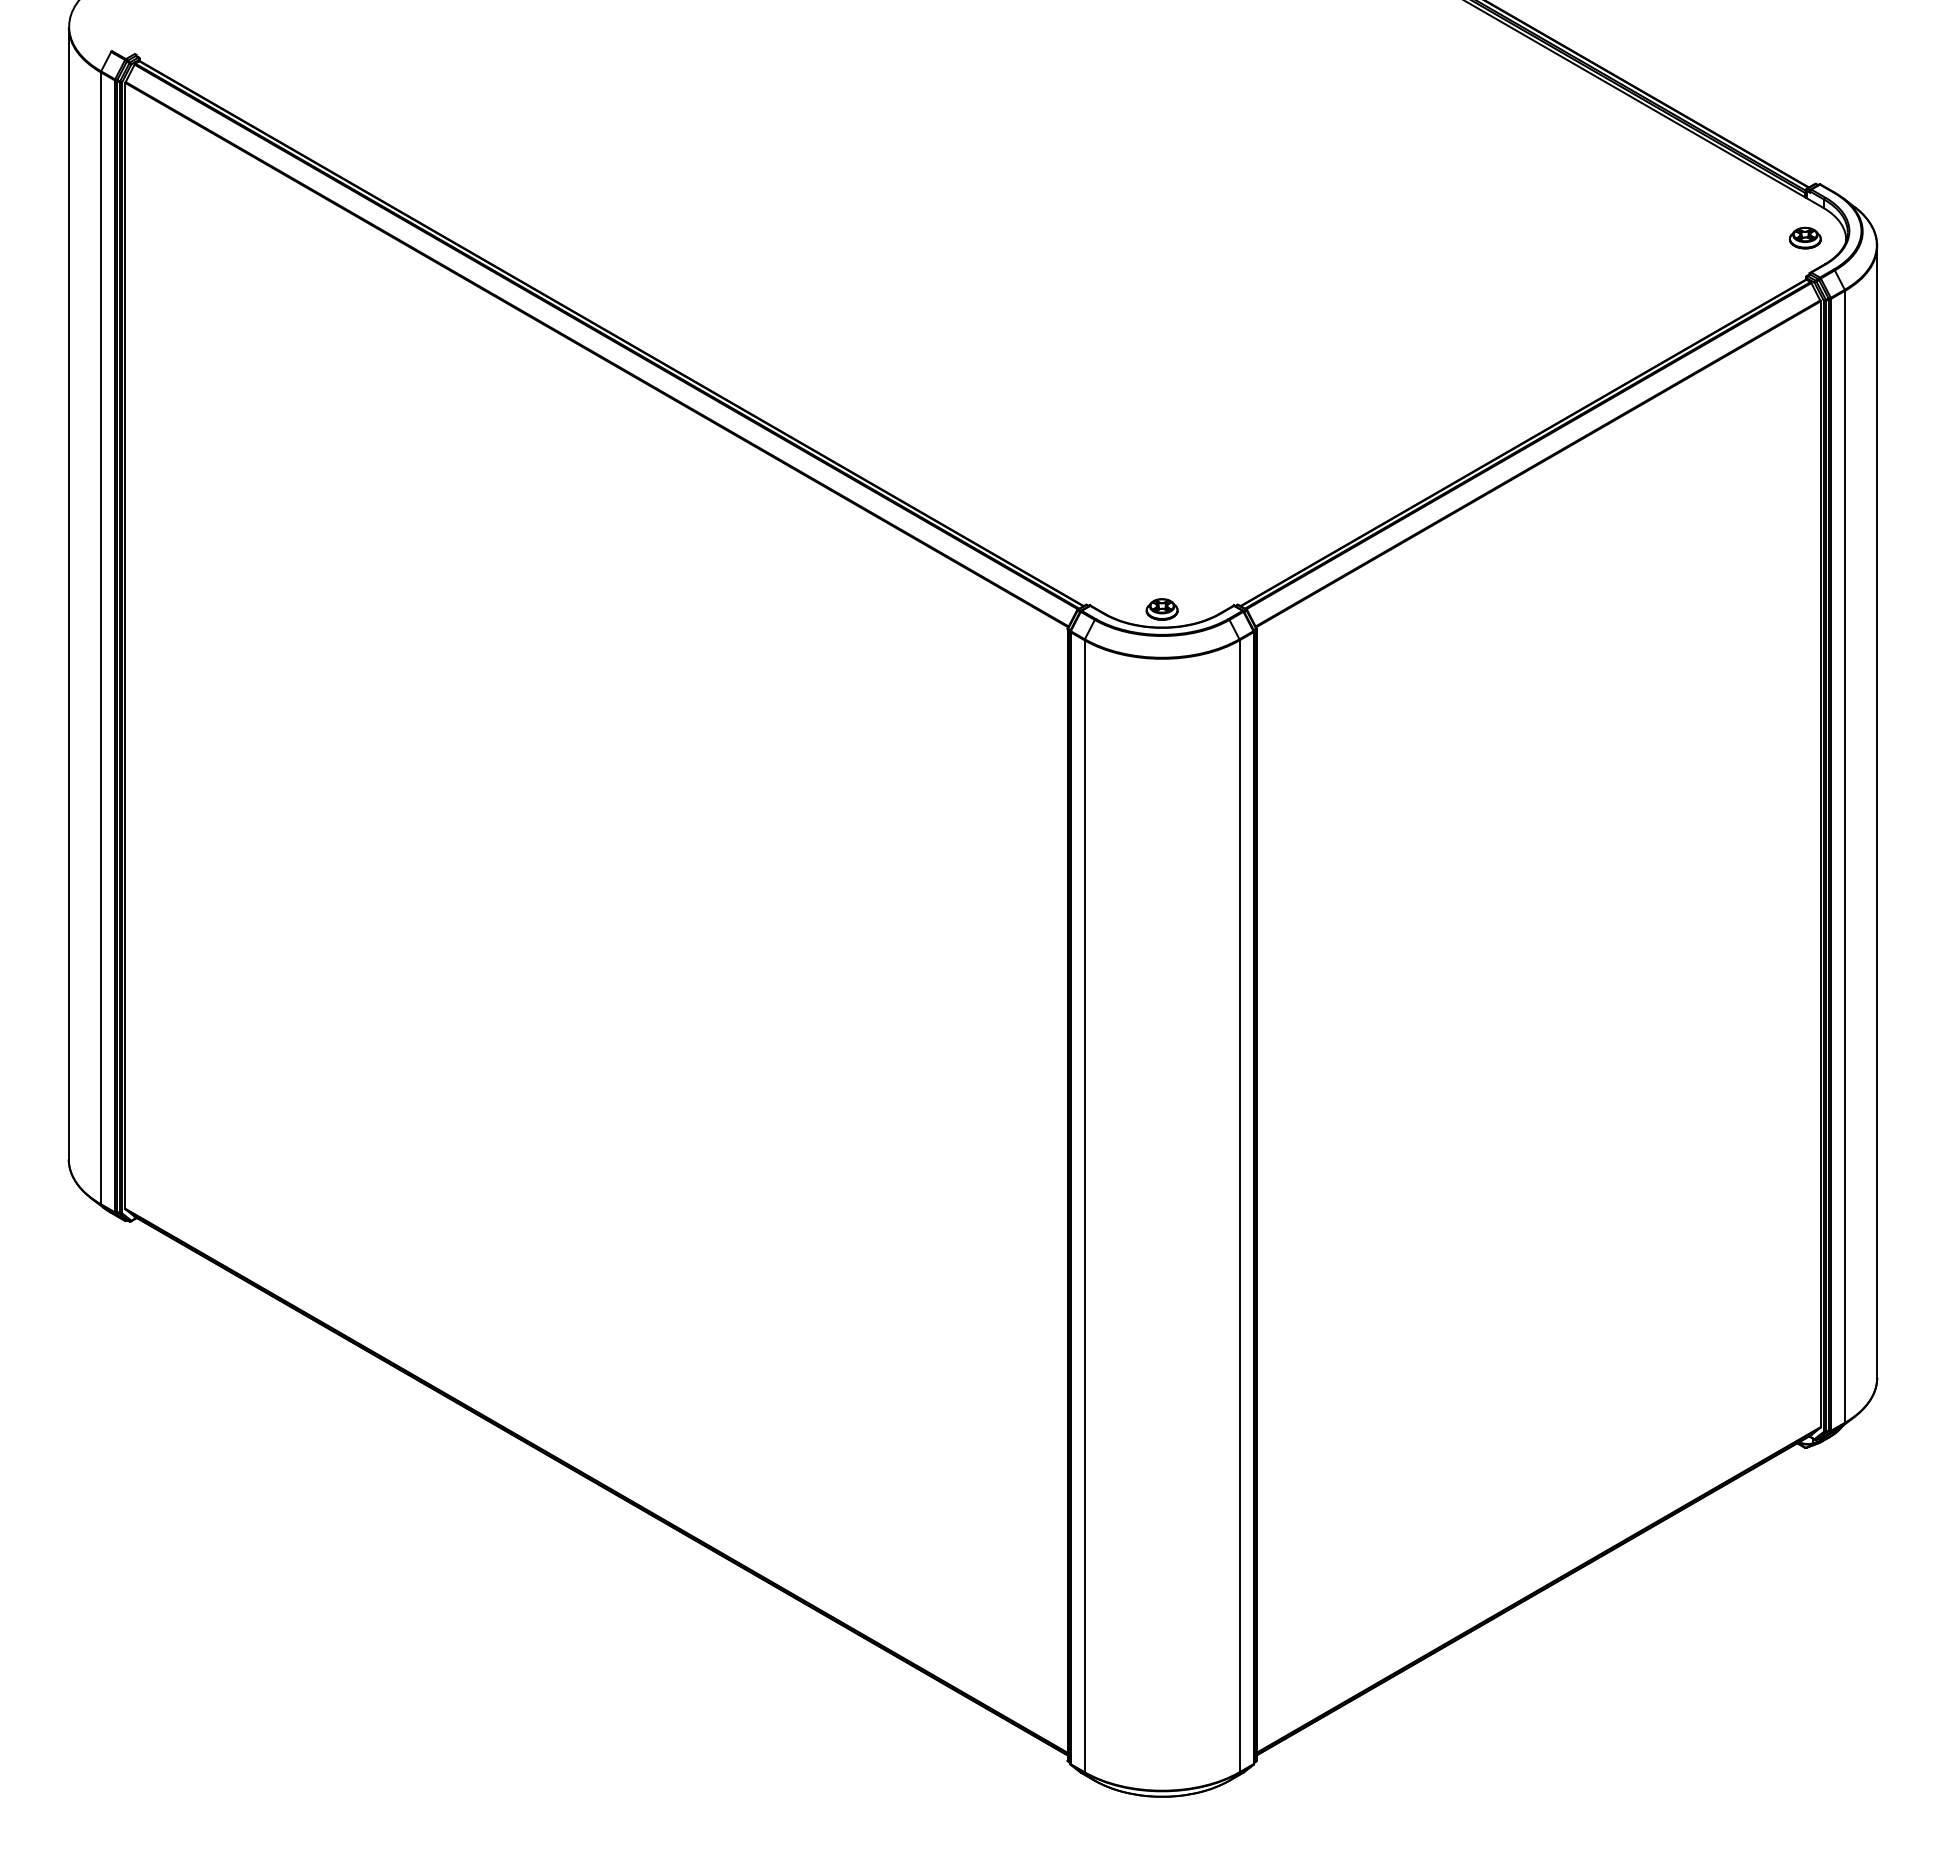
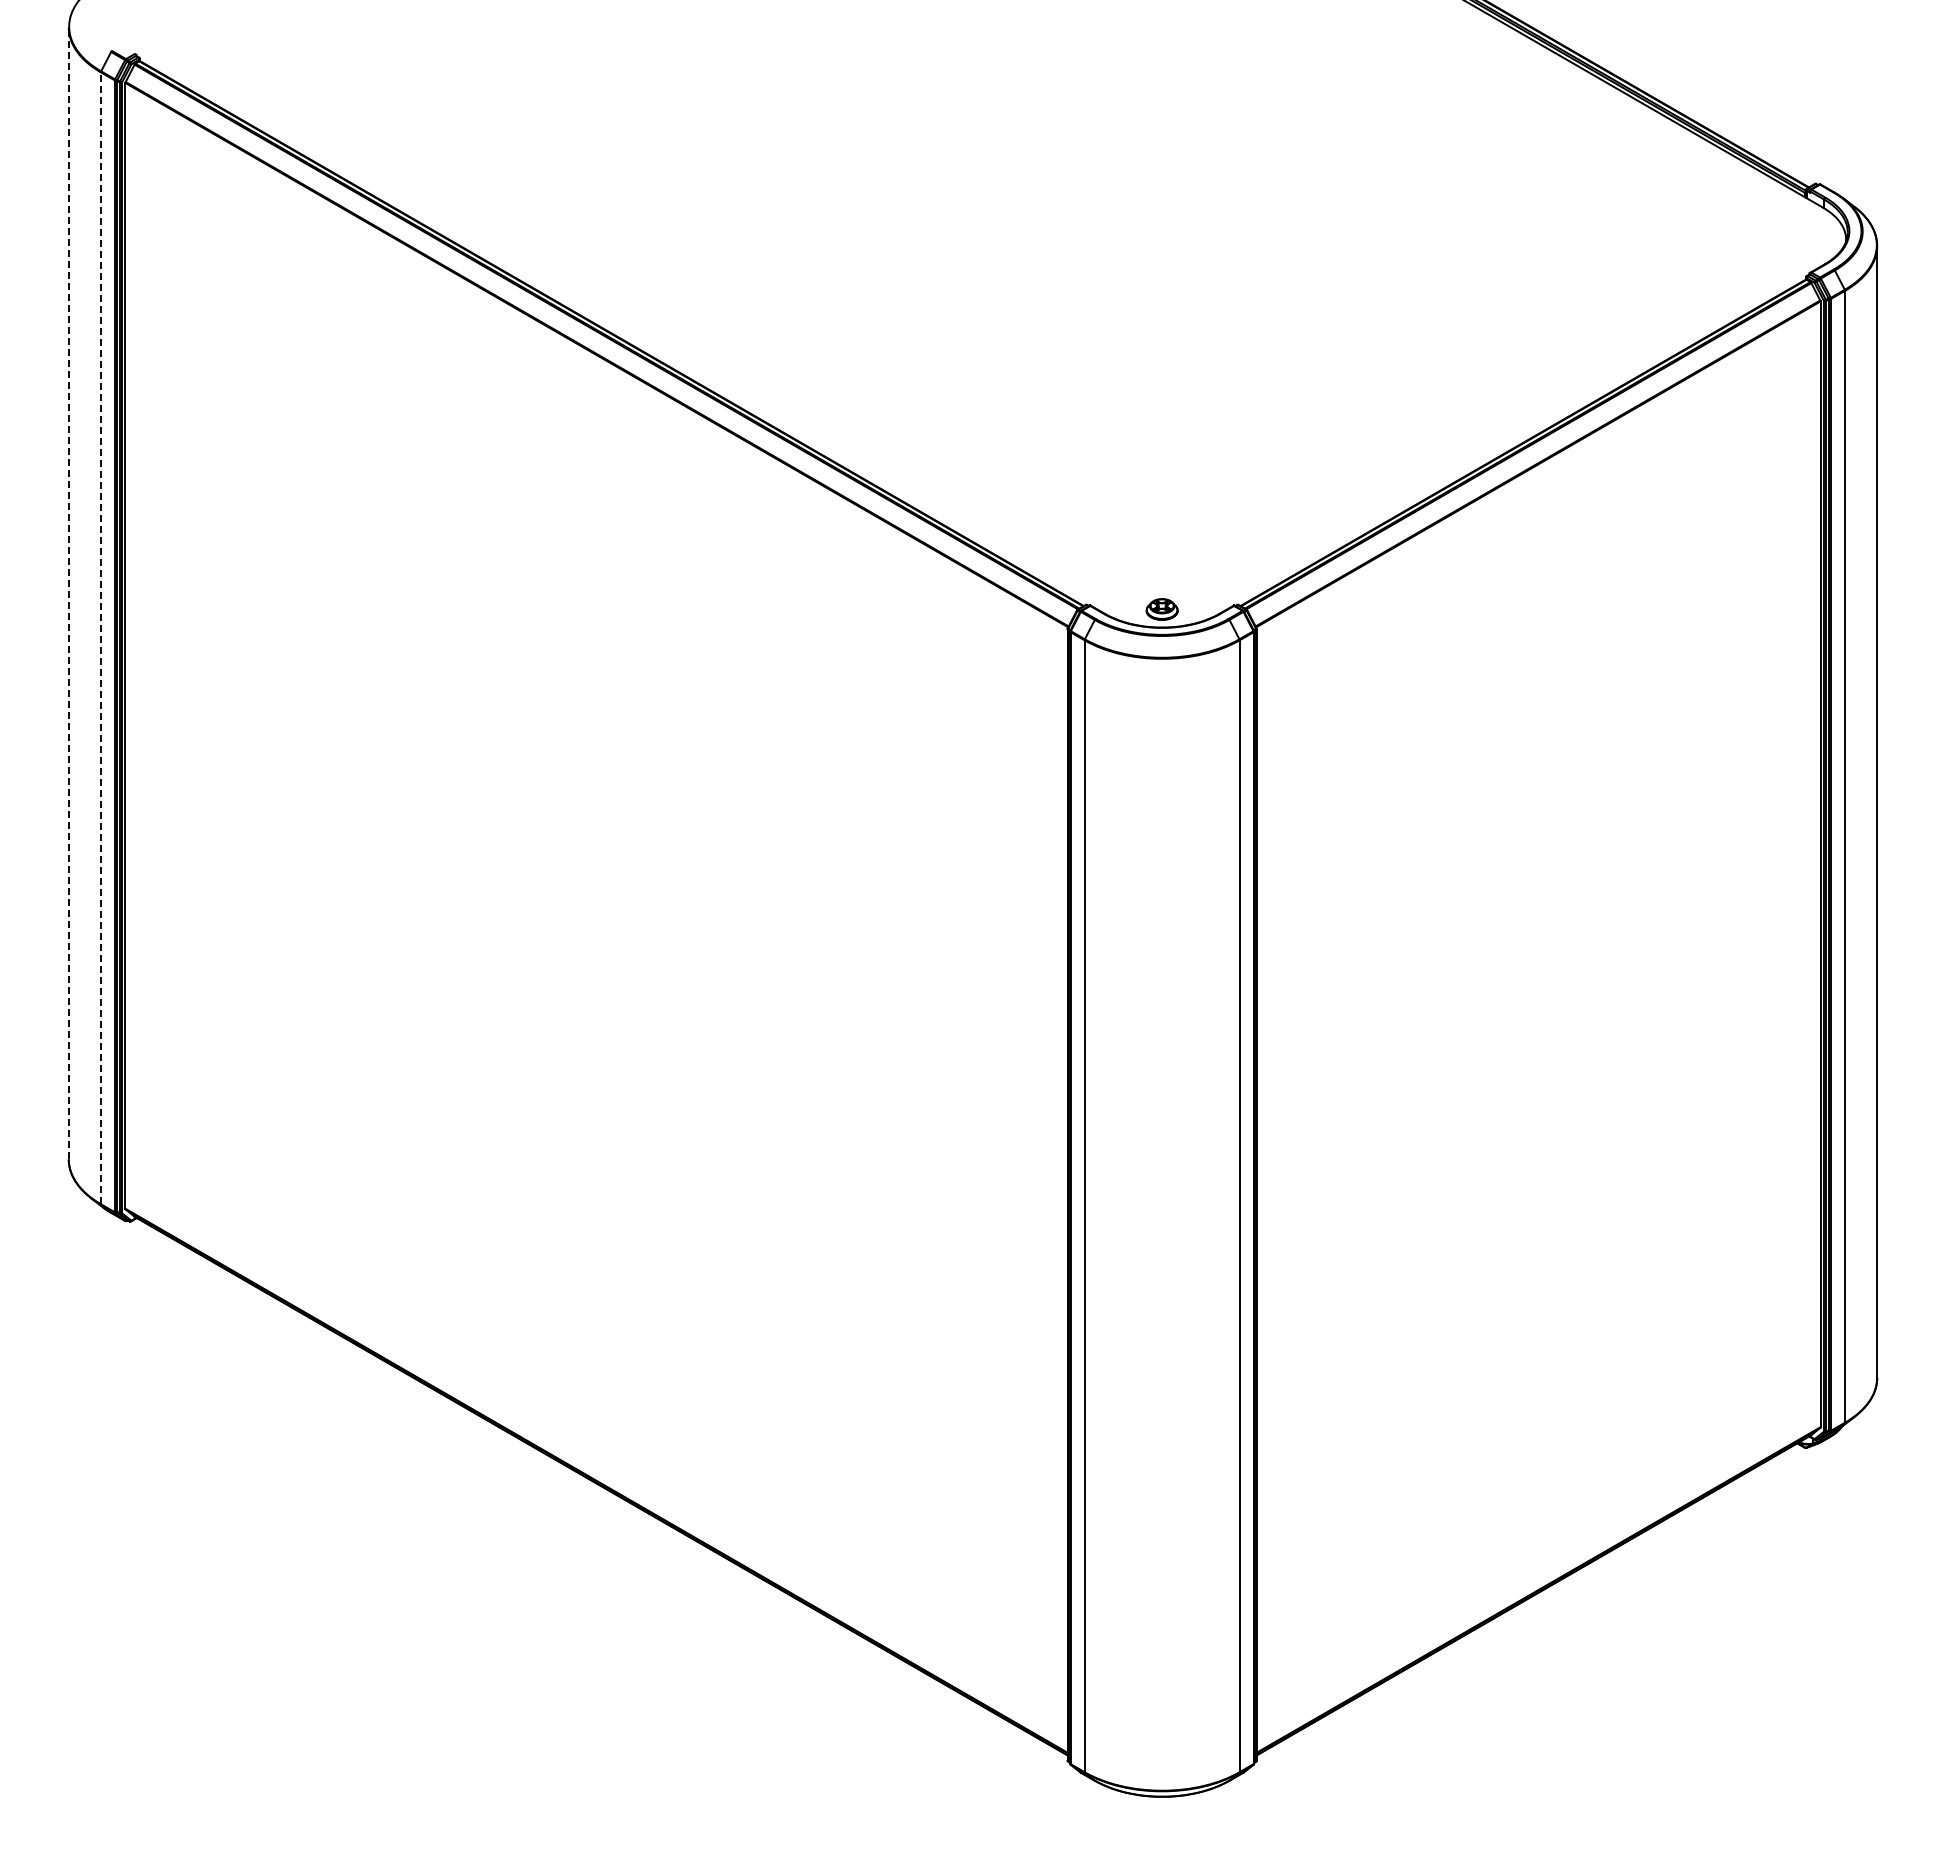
part at (1804, 237): present -> none
line at (68, 593): solid -> dashed
line at (100, 638): solid -> dashed
